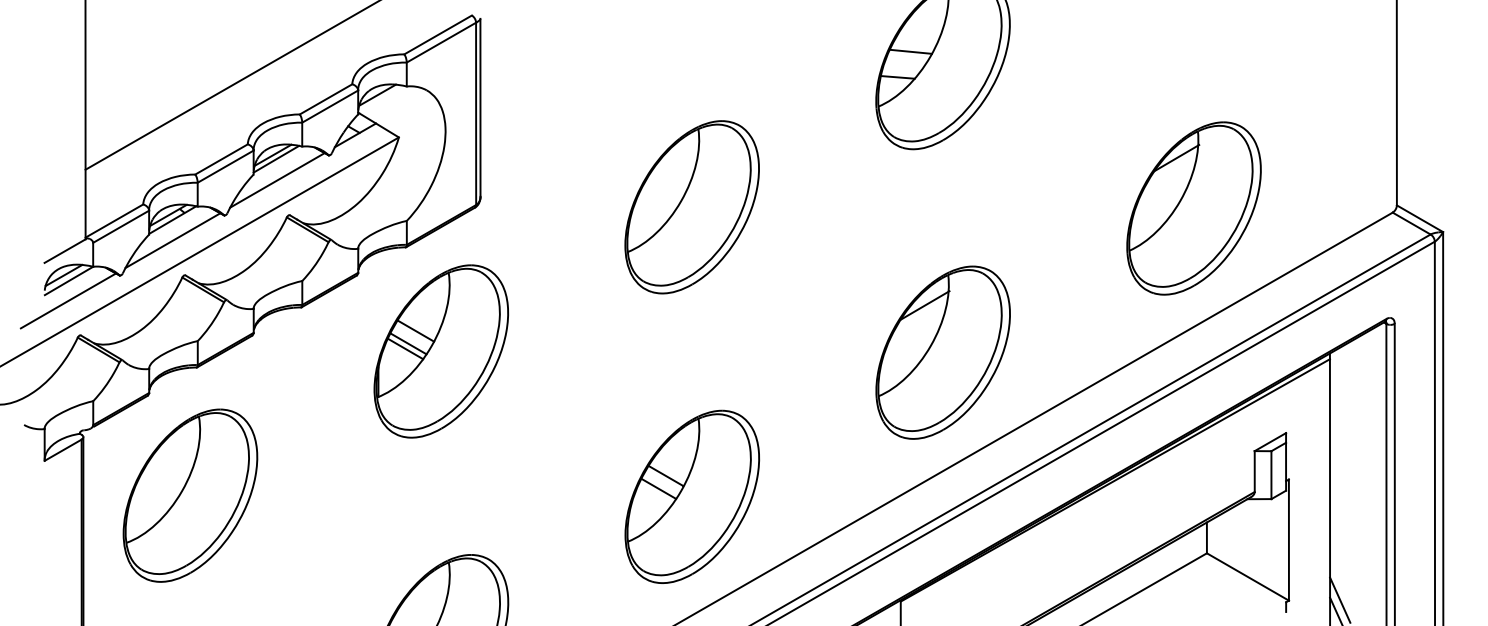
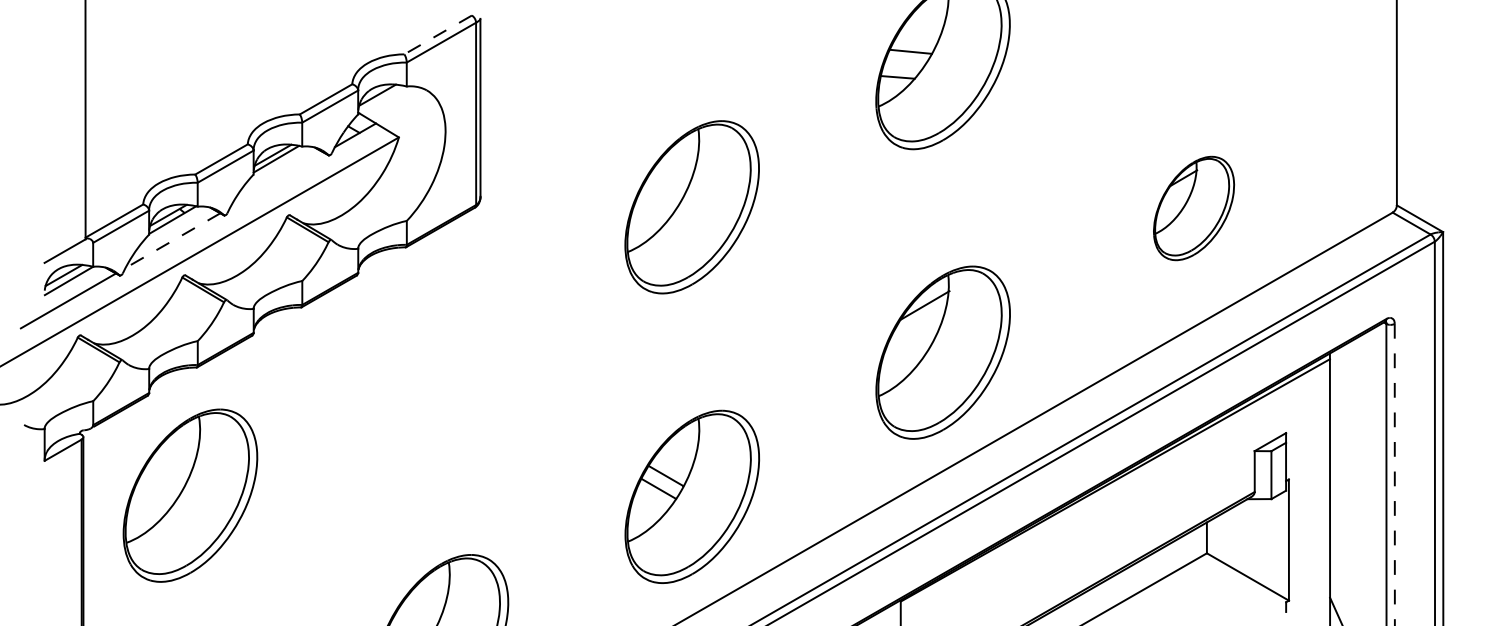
line at (438, 34): solid -> dashed
line at (230, 85): present -> none
line at (277, 180): present -> none
part at (1193, 208) size: 136x175 px -> 83x107 px
line at (173, 240): solid -> dashed
part at (440, 351): present -> none
line at (1394, 474): solid -> dashed
line at (1340, 599): present -> none
